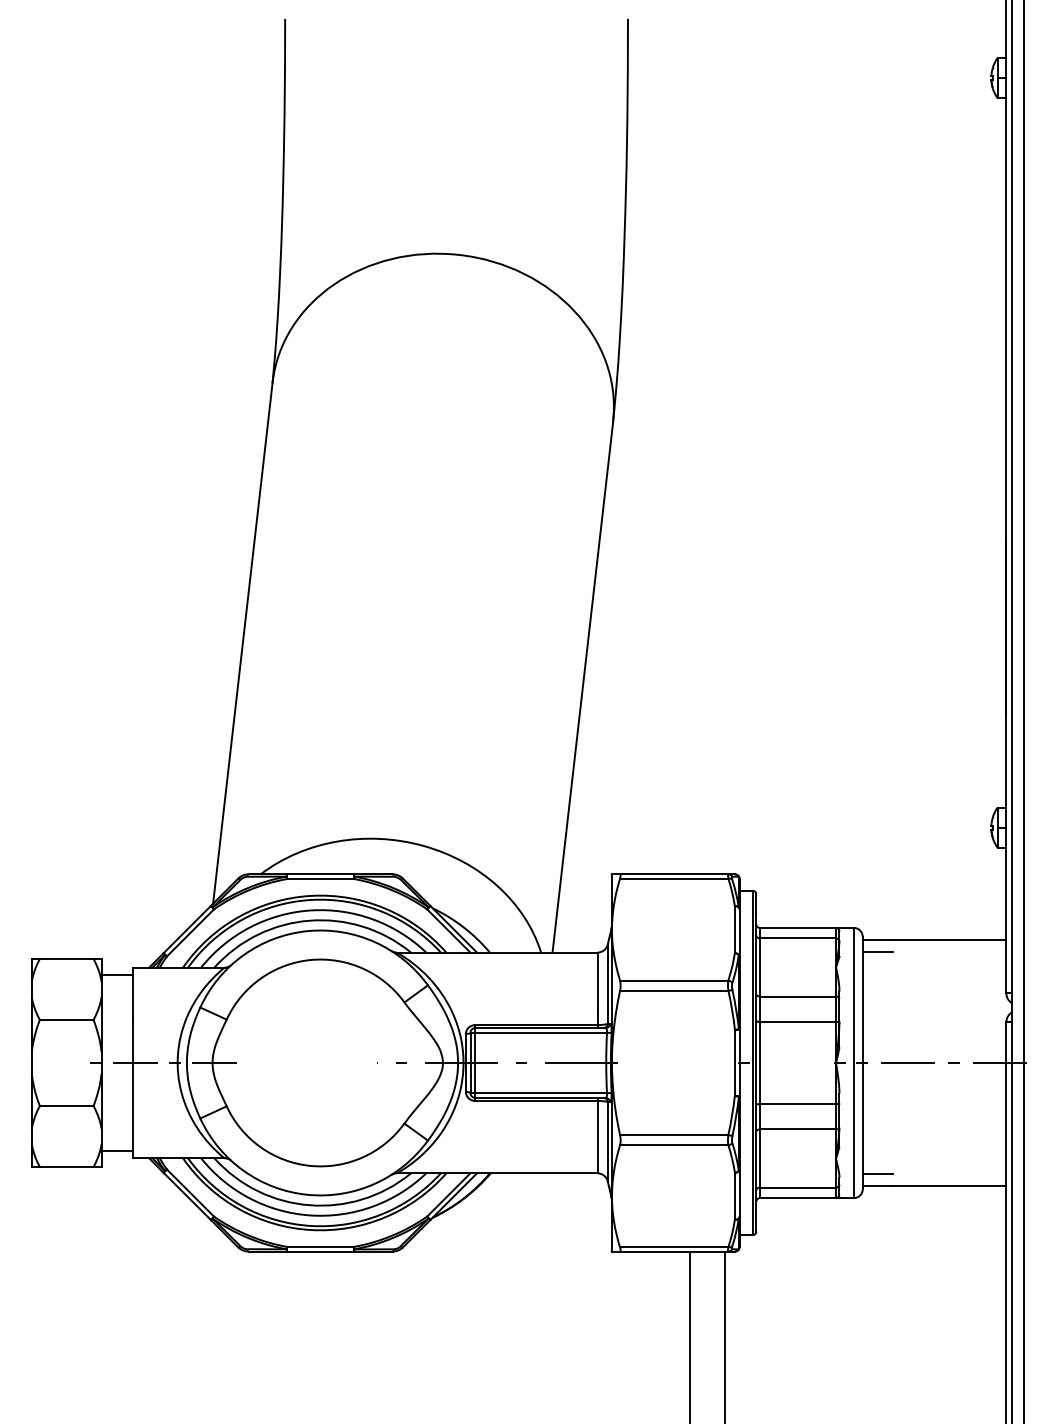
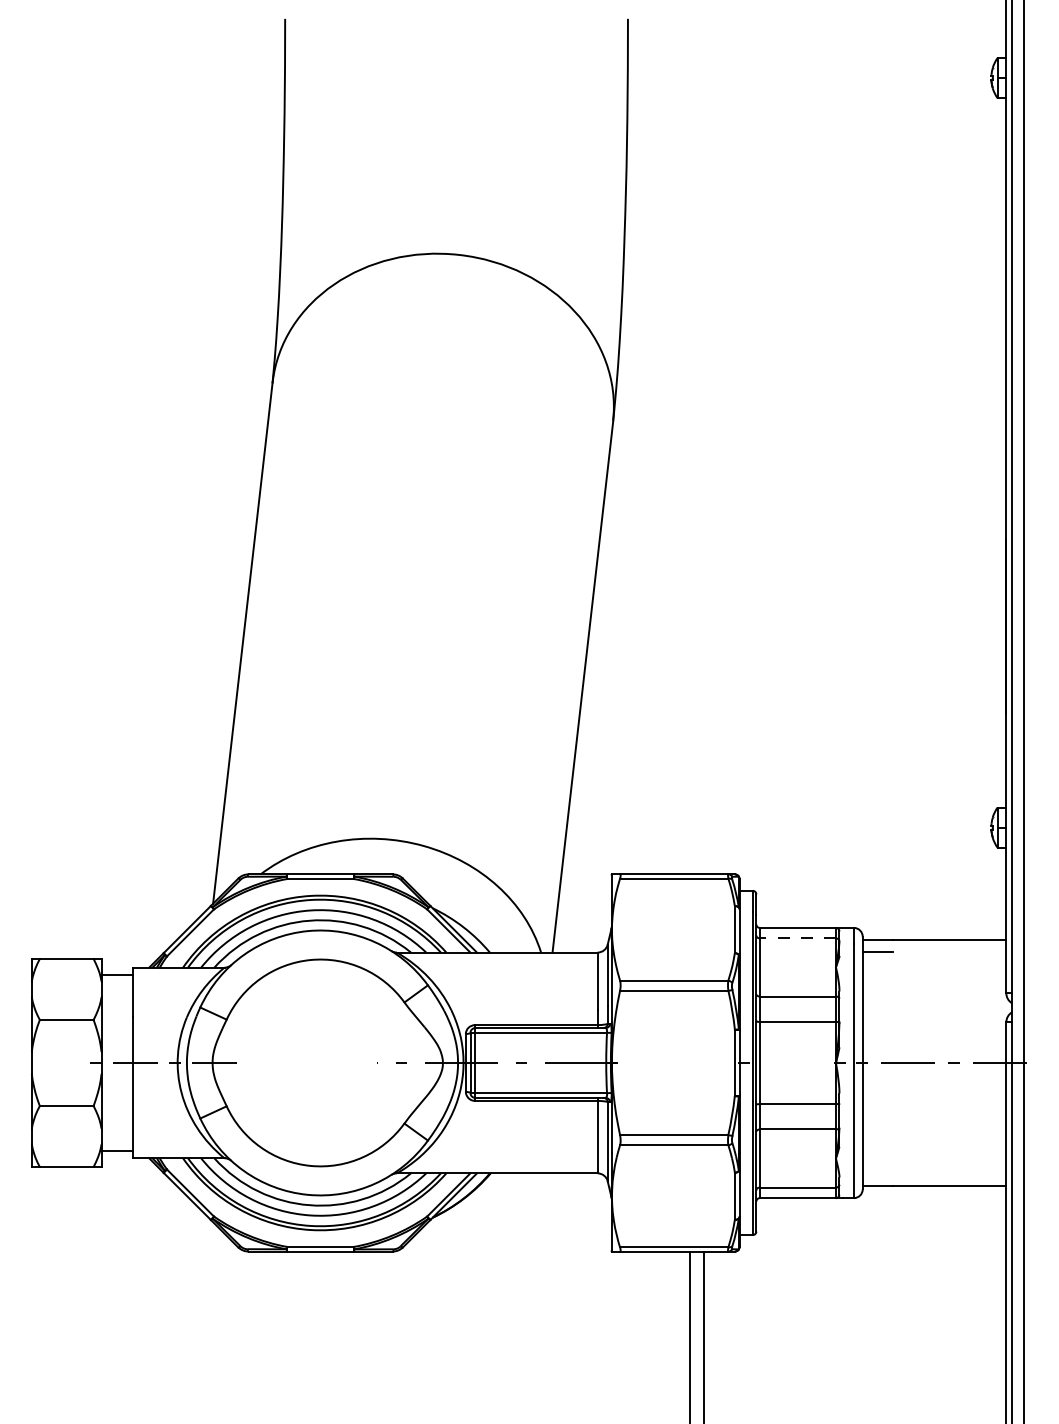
line at (797, 938): solid -> dashed
line at (877, 1173): present -> none
line at (724, 1335) position: (724, 1335) -> (703, 1335)
